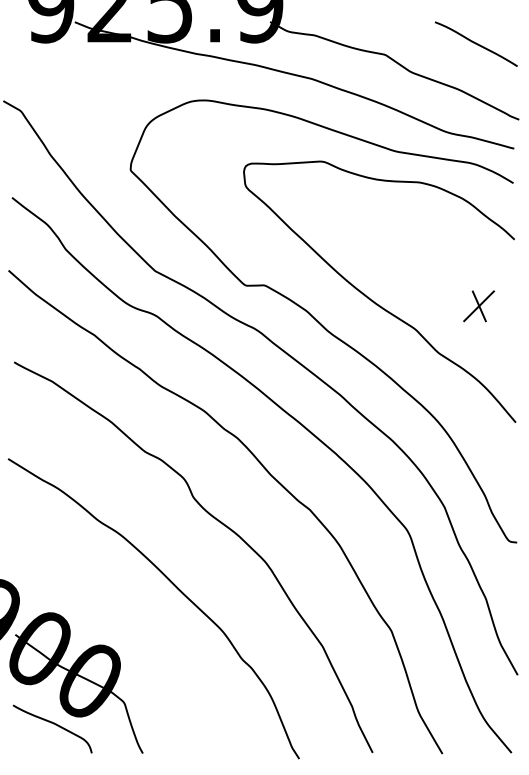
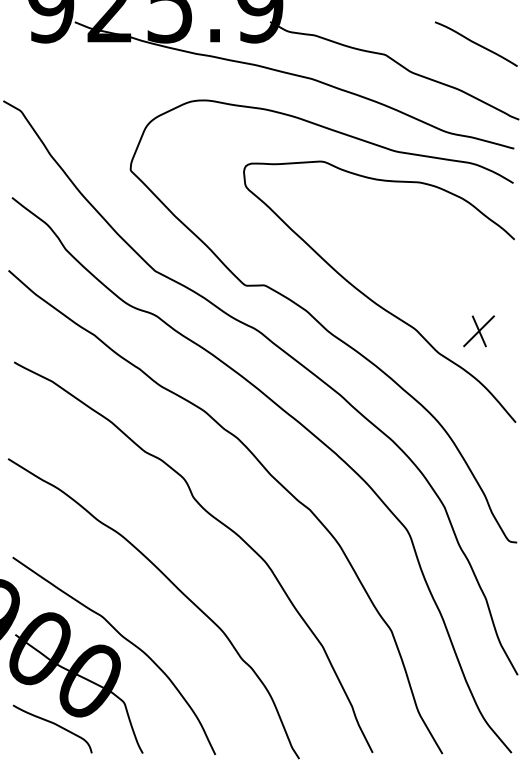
part at (478, 306) position: (478, 306) -> (478, 331)
curve at (124, 639): none -> present
